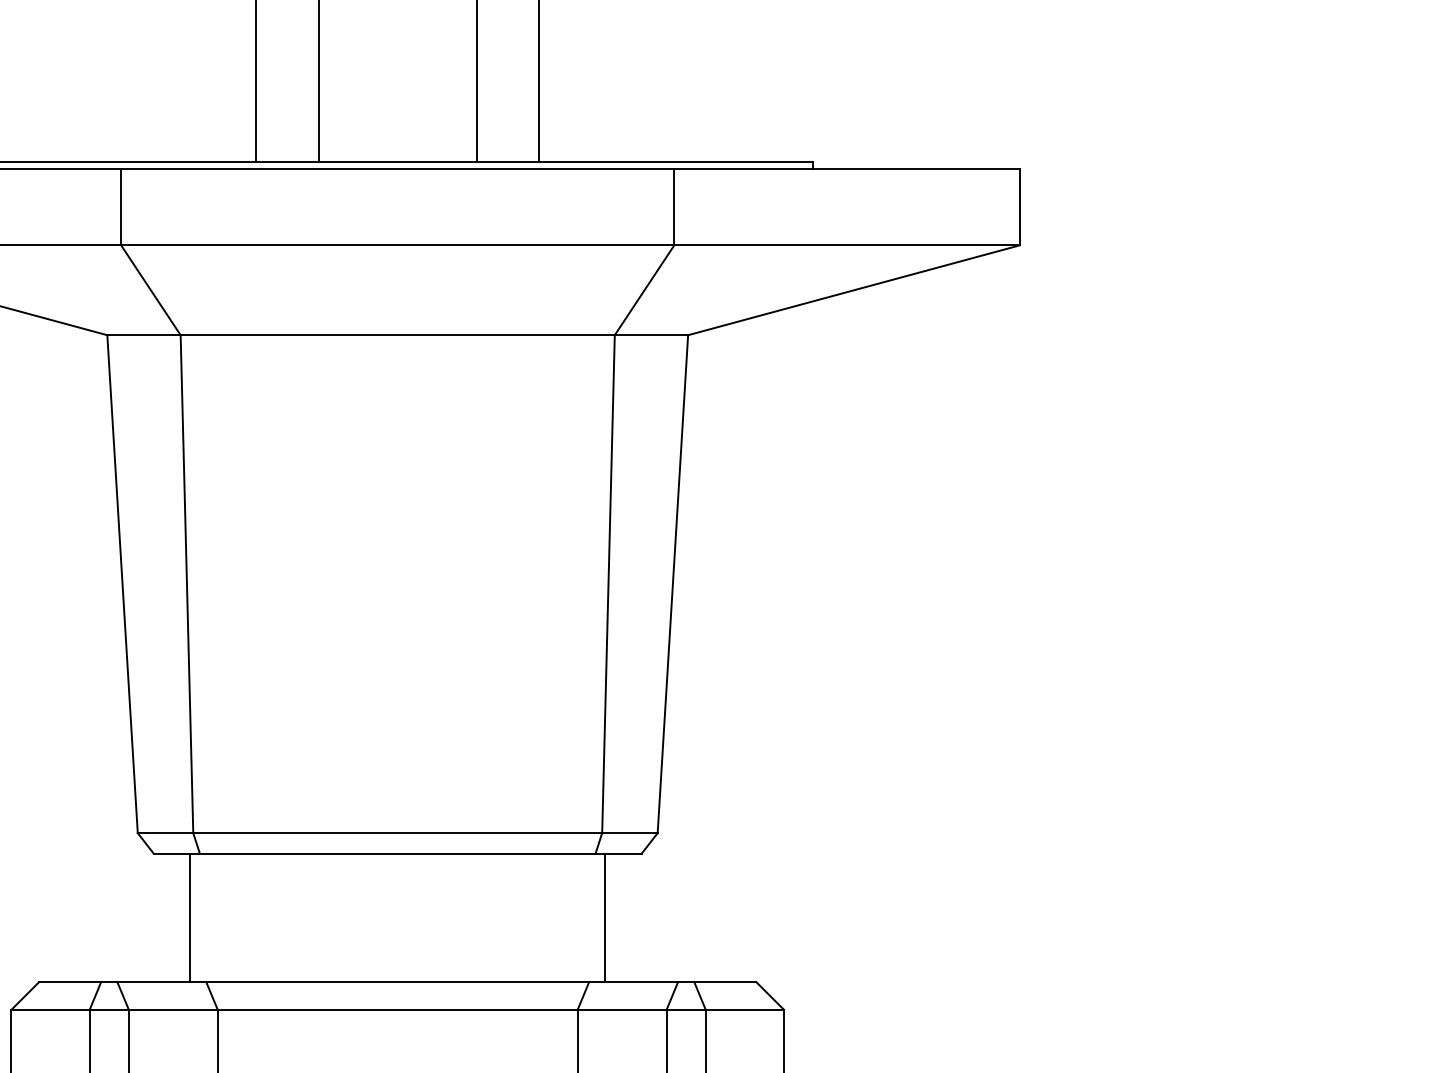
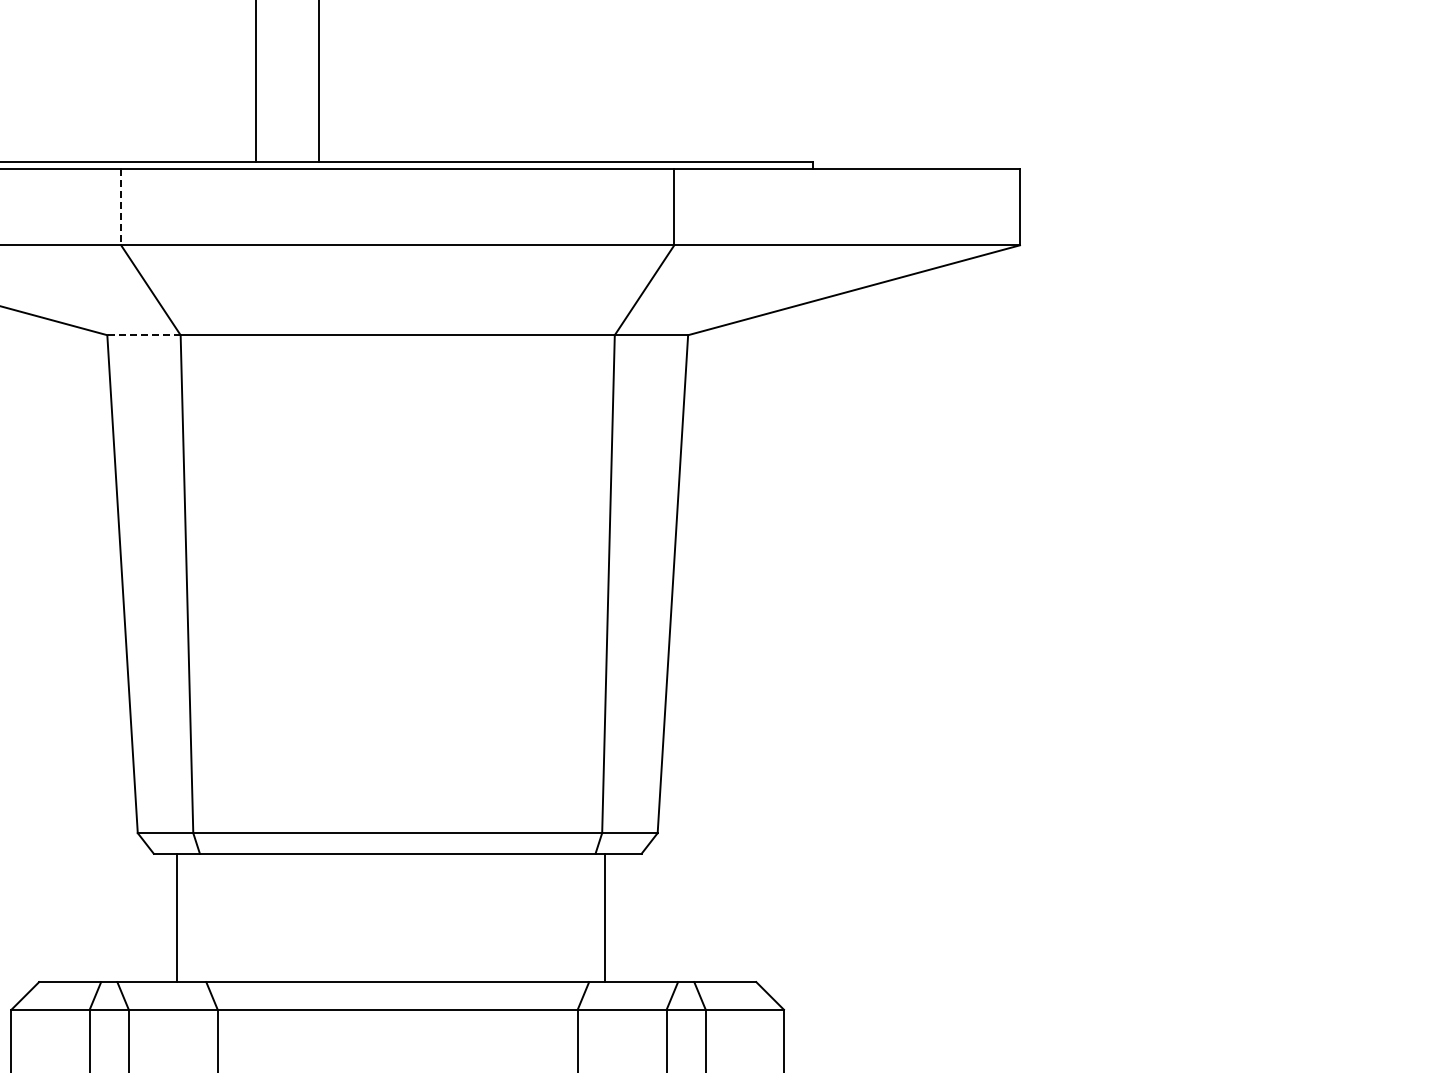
line at (476, 82): present -> none
line at (539, 82): present -> none
line at (121, 207): solid -> dashed
line at (143, 335): solid -> dashed
line at (190, 917) position: (190, 917) -> (177, 917)
